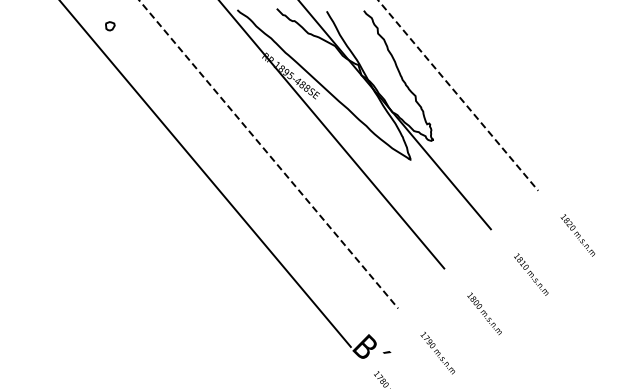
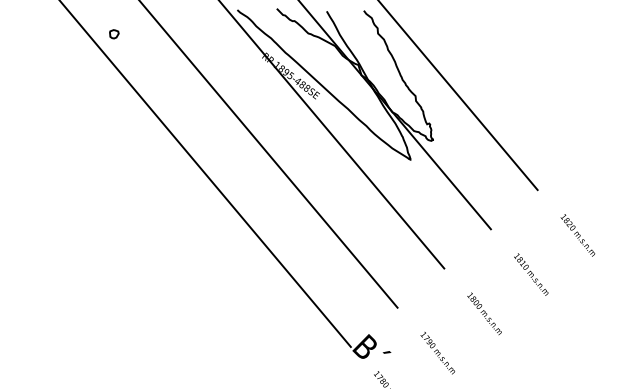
part at (110, 26) position: (110, 26) -> (114, 34)
line at (458, 95): dashed -> solid
line at (268, 154): dashed -> solid
